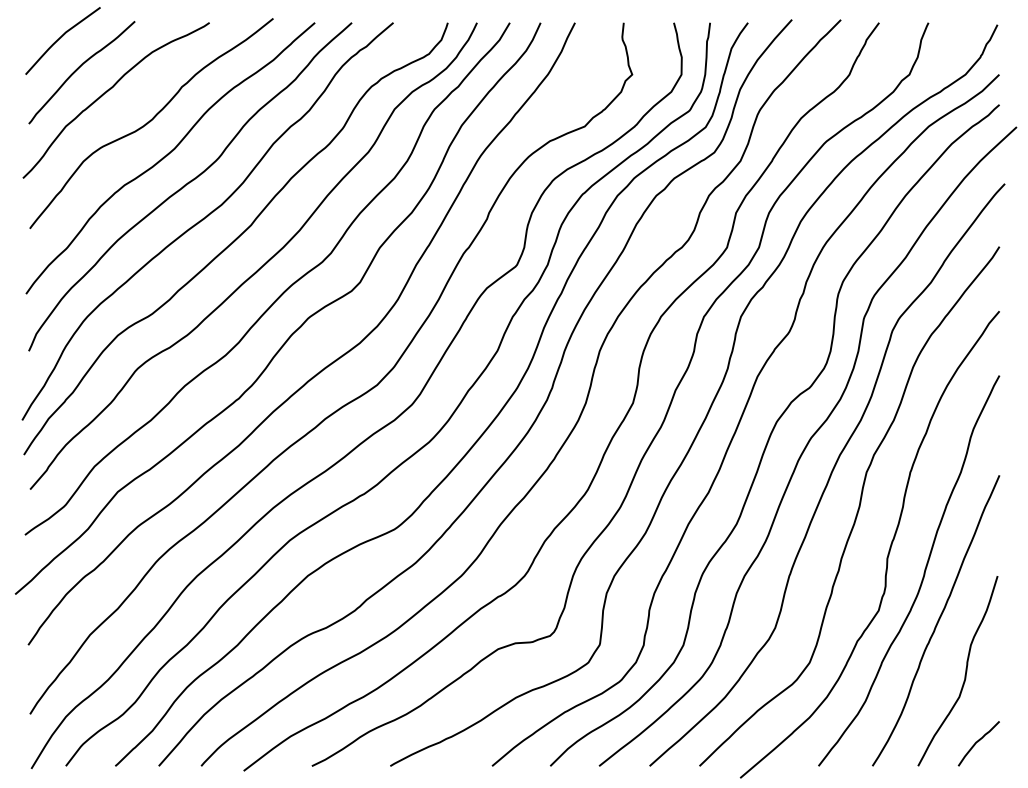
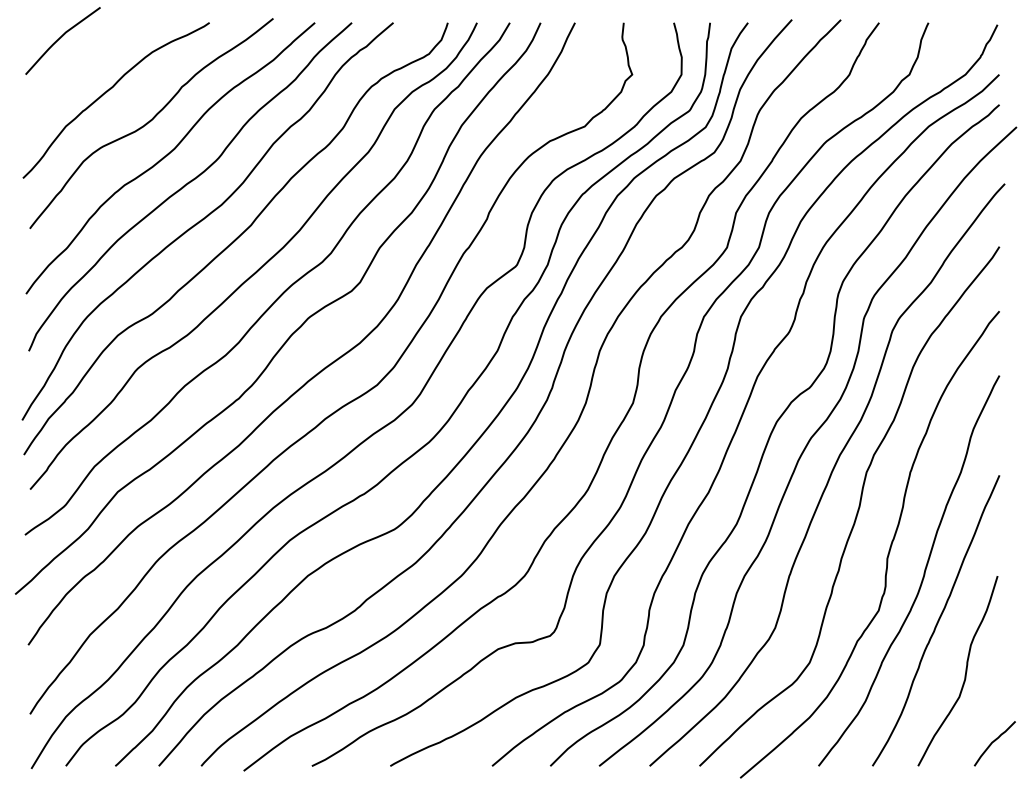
curve at (78, 69): present -> none
curve at (977, 742) position: (977, 742) -> (993, 742)
